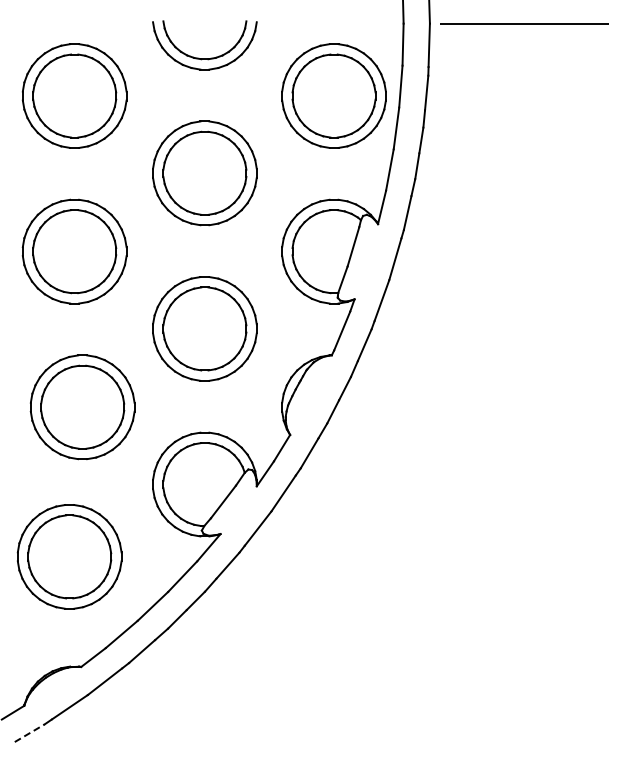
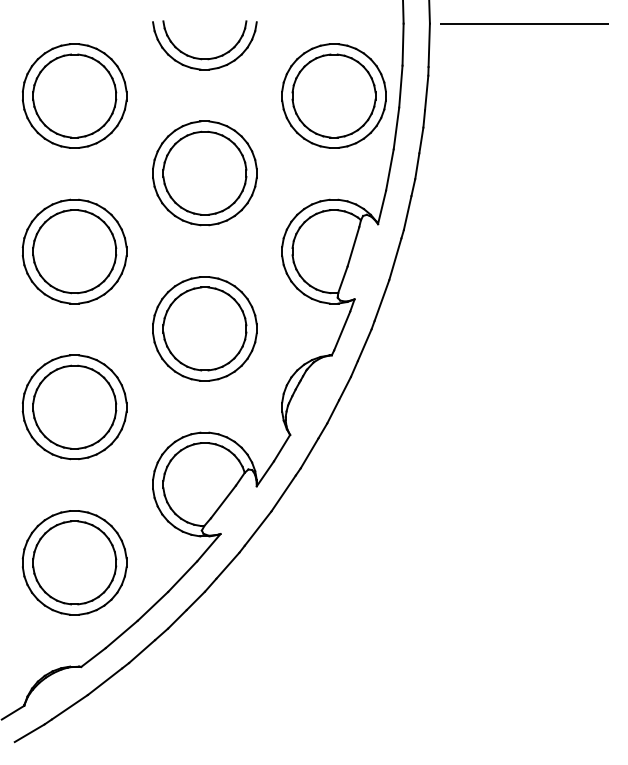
part at (82, 407) position: (82, 407) -> (74, 407)
part at (69, 556) position: (69, 556) -> (74, 562)
line at (30, 732): dashed -> solid
